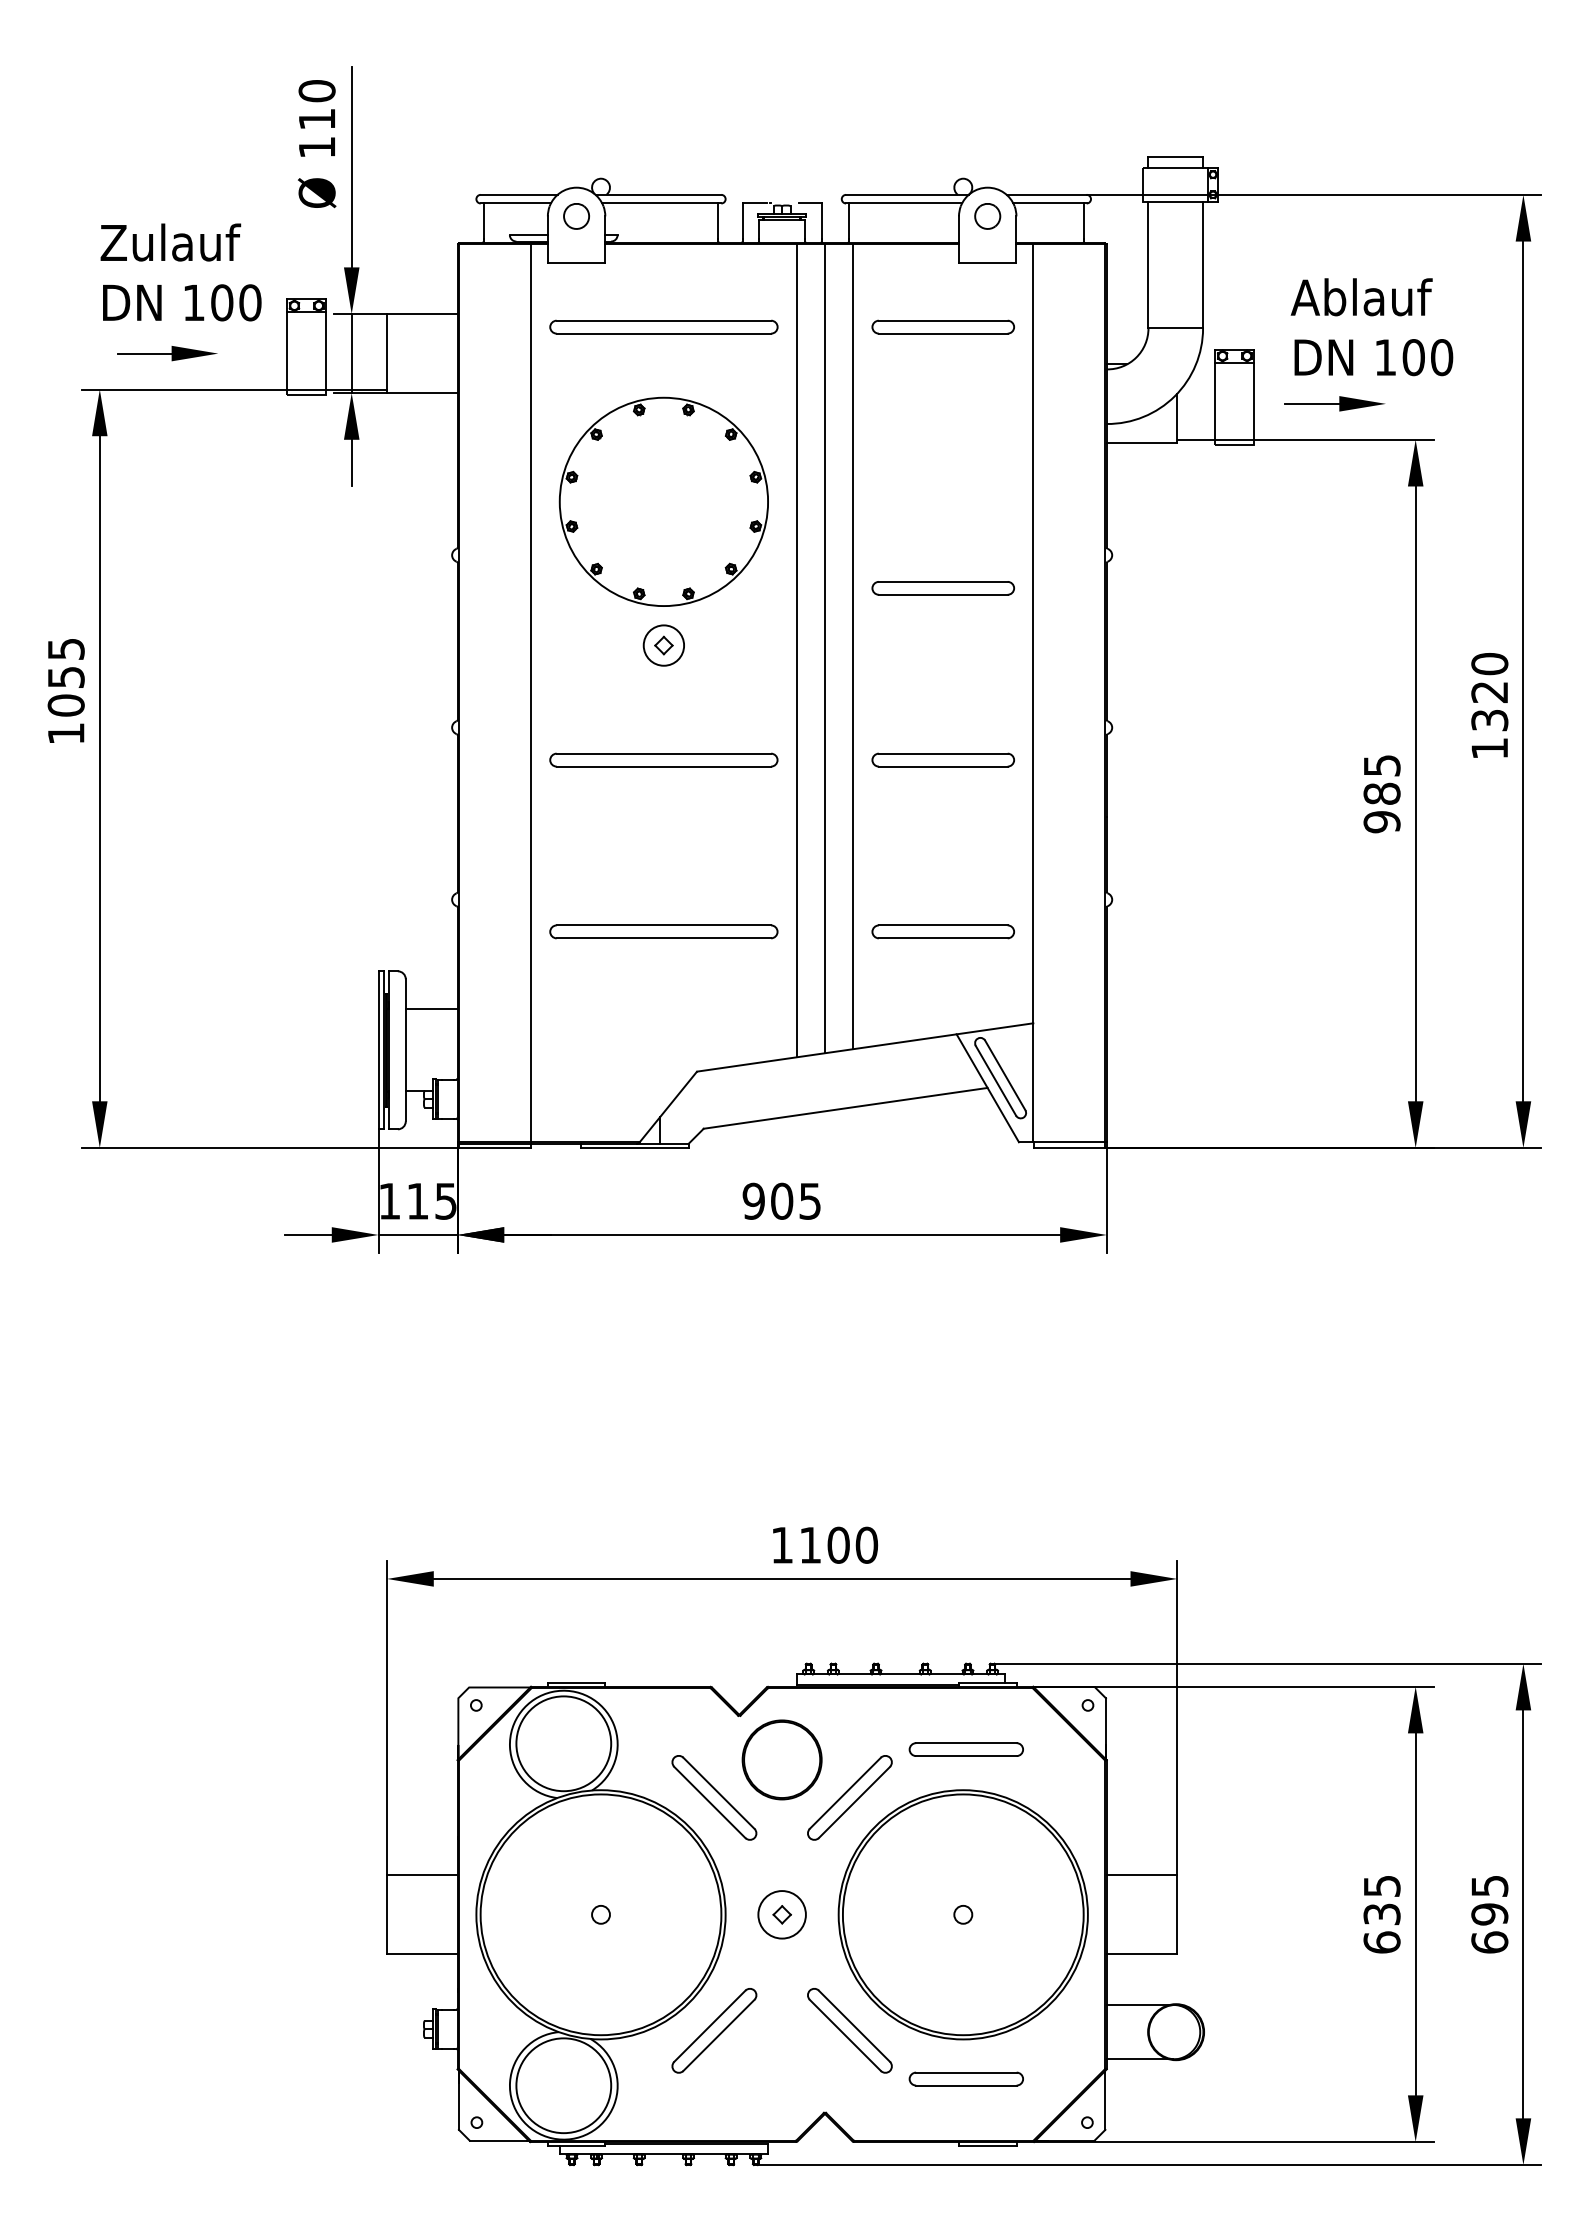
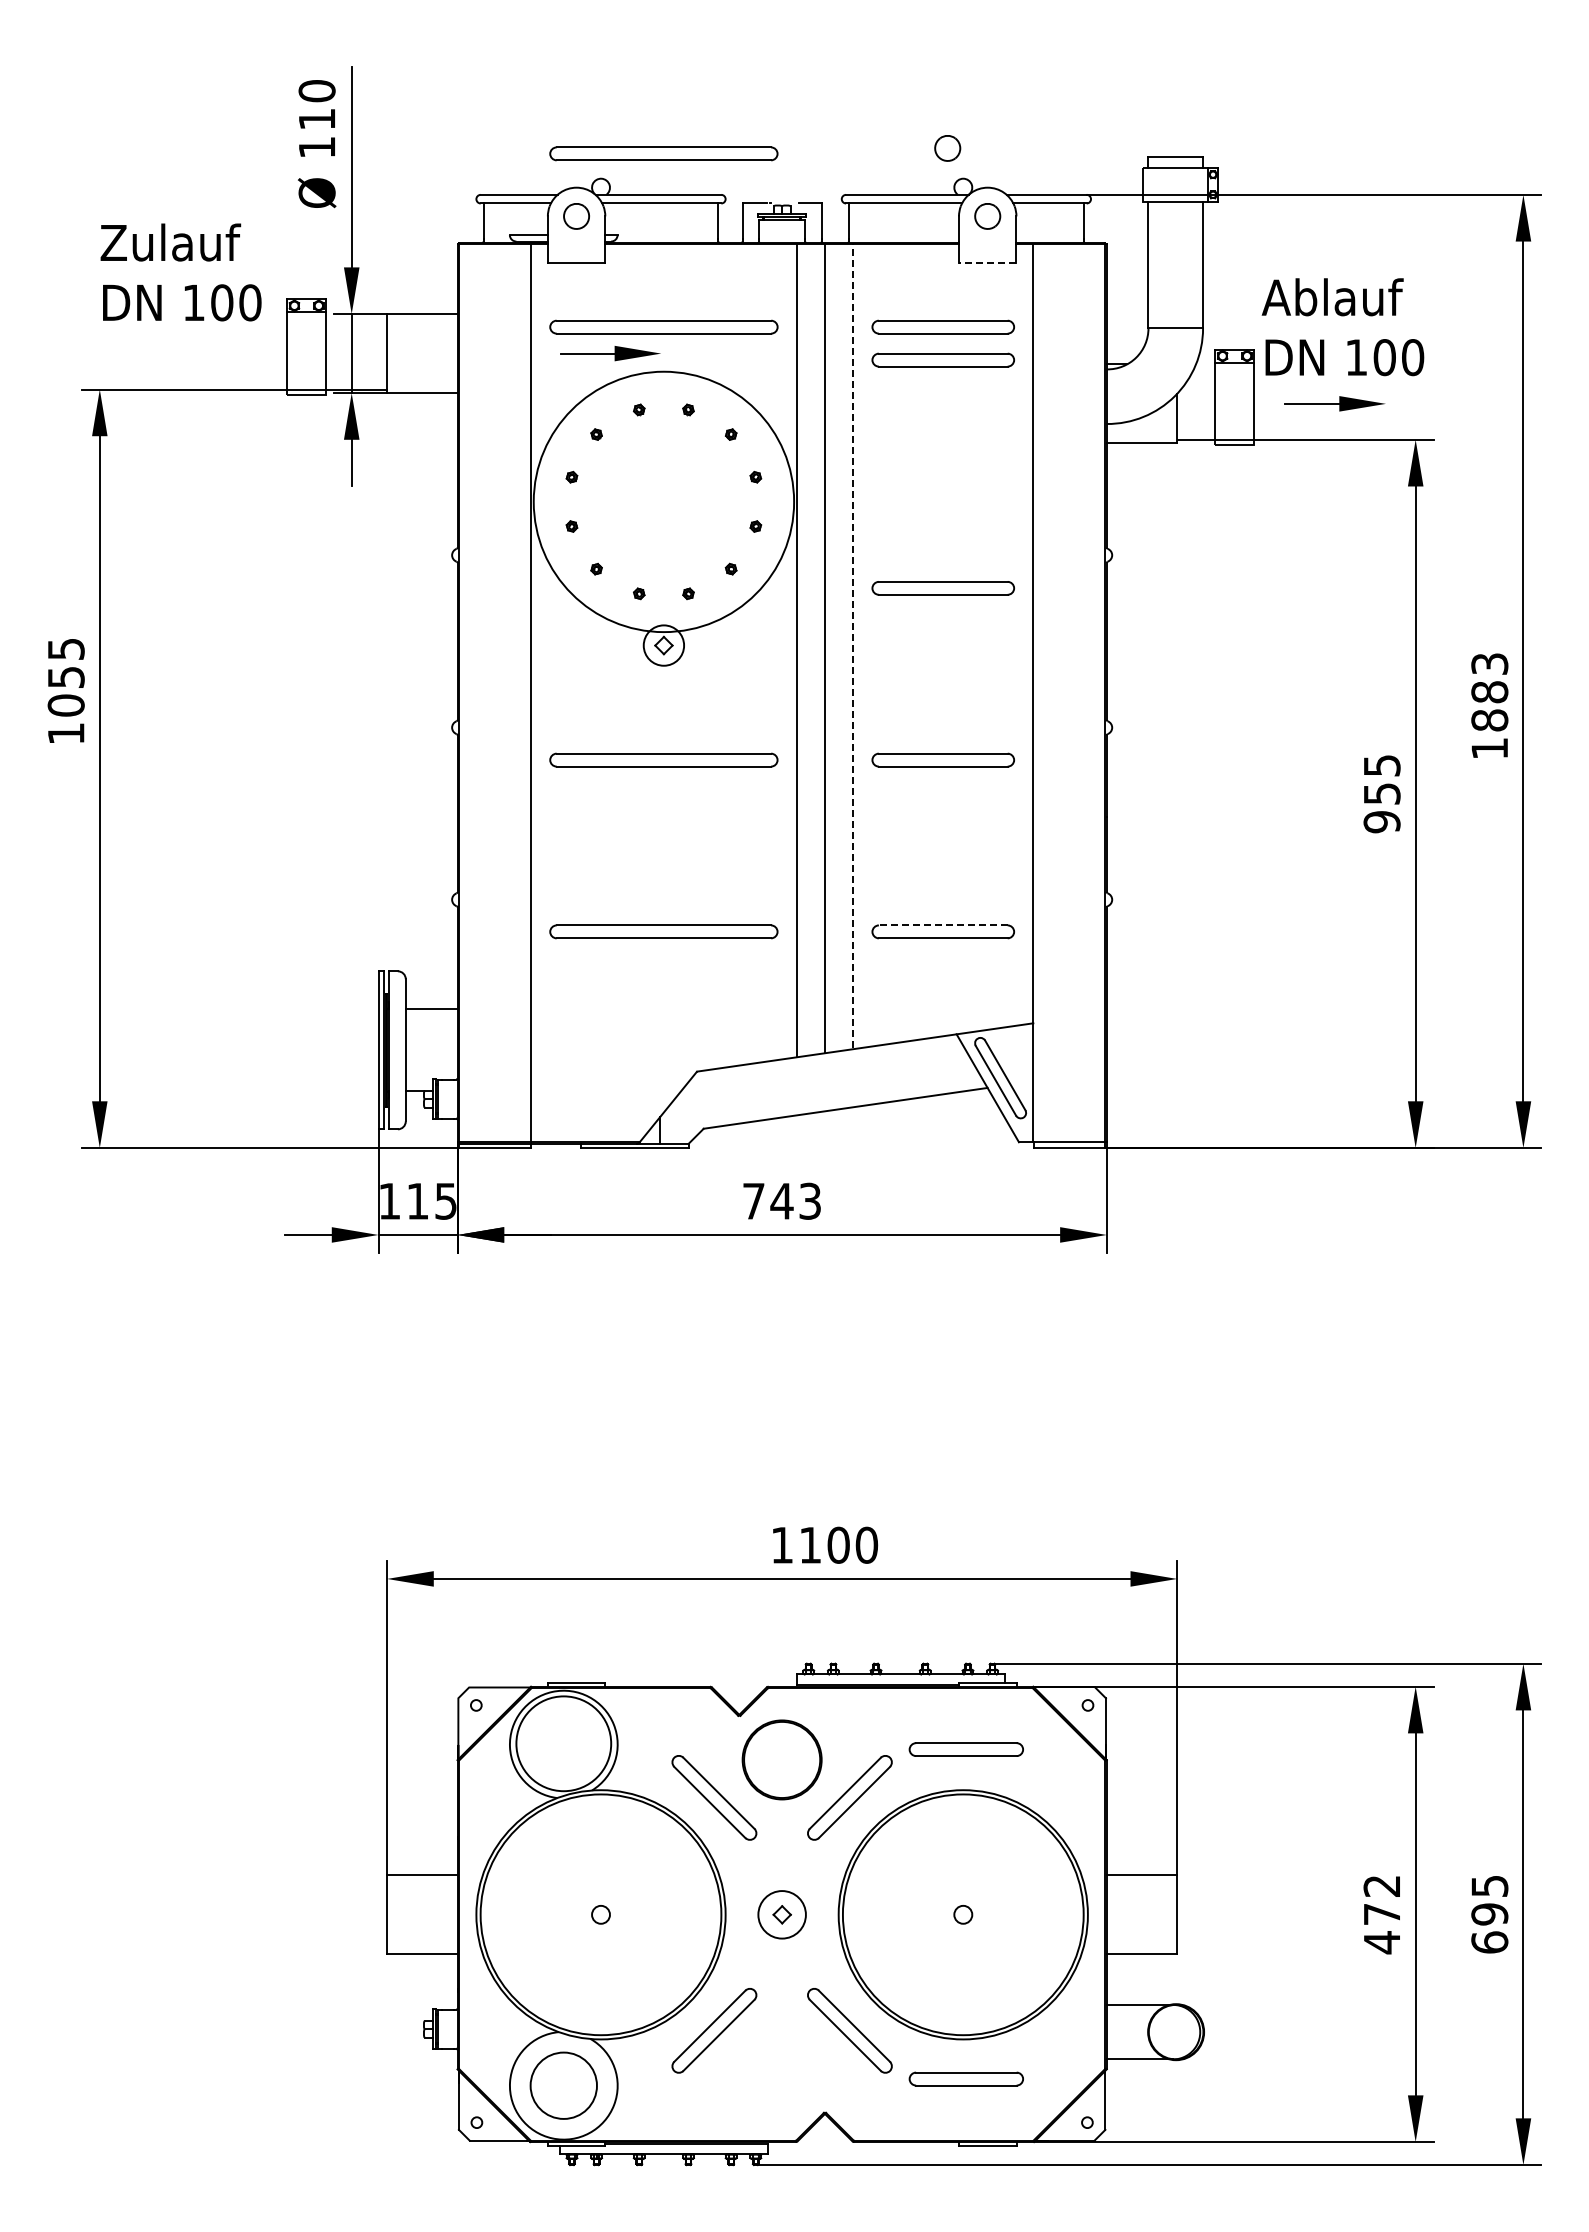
part at (947, 148): none -> present
part at (663, 153): none -> present
line at (987, 263): solid -> dashed
text at (1371, 327) position: (1371, 327) -> (1342, 327)
part at (167, 353) position: (167, 353) -> (610, 353)
part at (942, 359): none -> present
circle at (663, 501) diameter: 208 px -> 260 px
line at (853, 646): solid -> dashed
text at (1489, 692): 1320 -> 1883
text at (1381, 793): 985 -> 955
line at (942, 925): solid -> dashed
text at (781, 1200): 905 -> 743
text at (1381, 1915): 635 -> 472
circle at (563, 2085) diameter: 95 px -> 66 px
